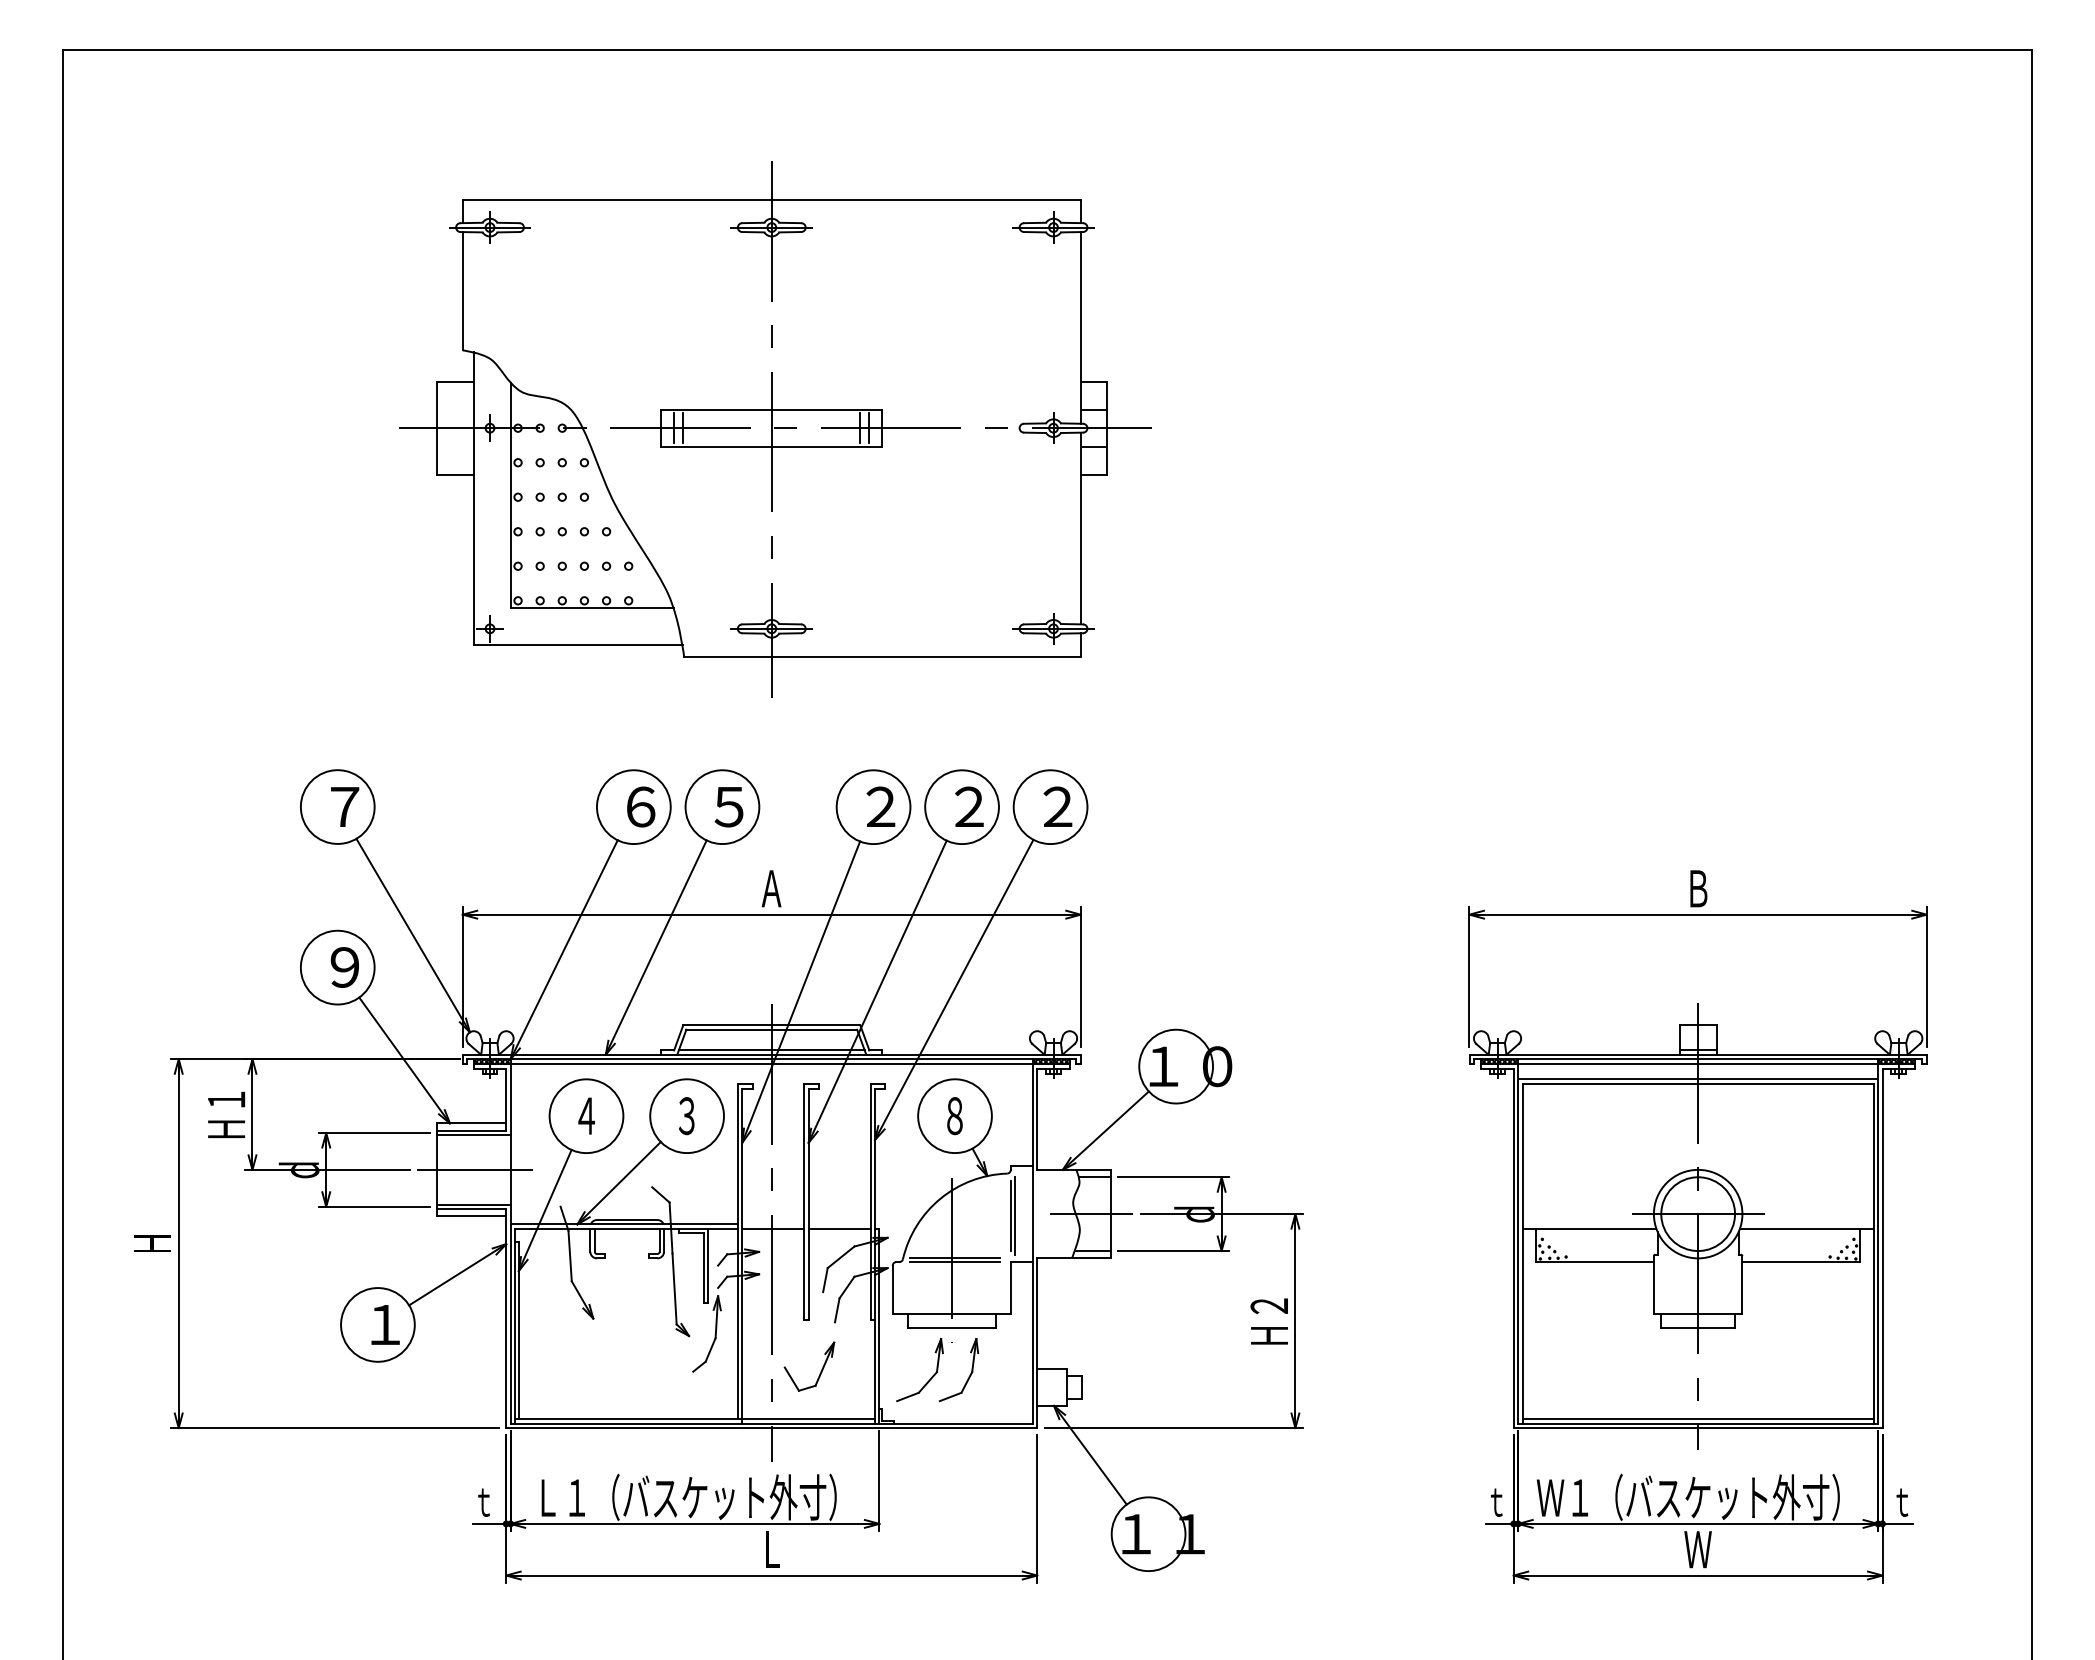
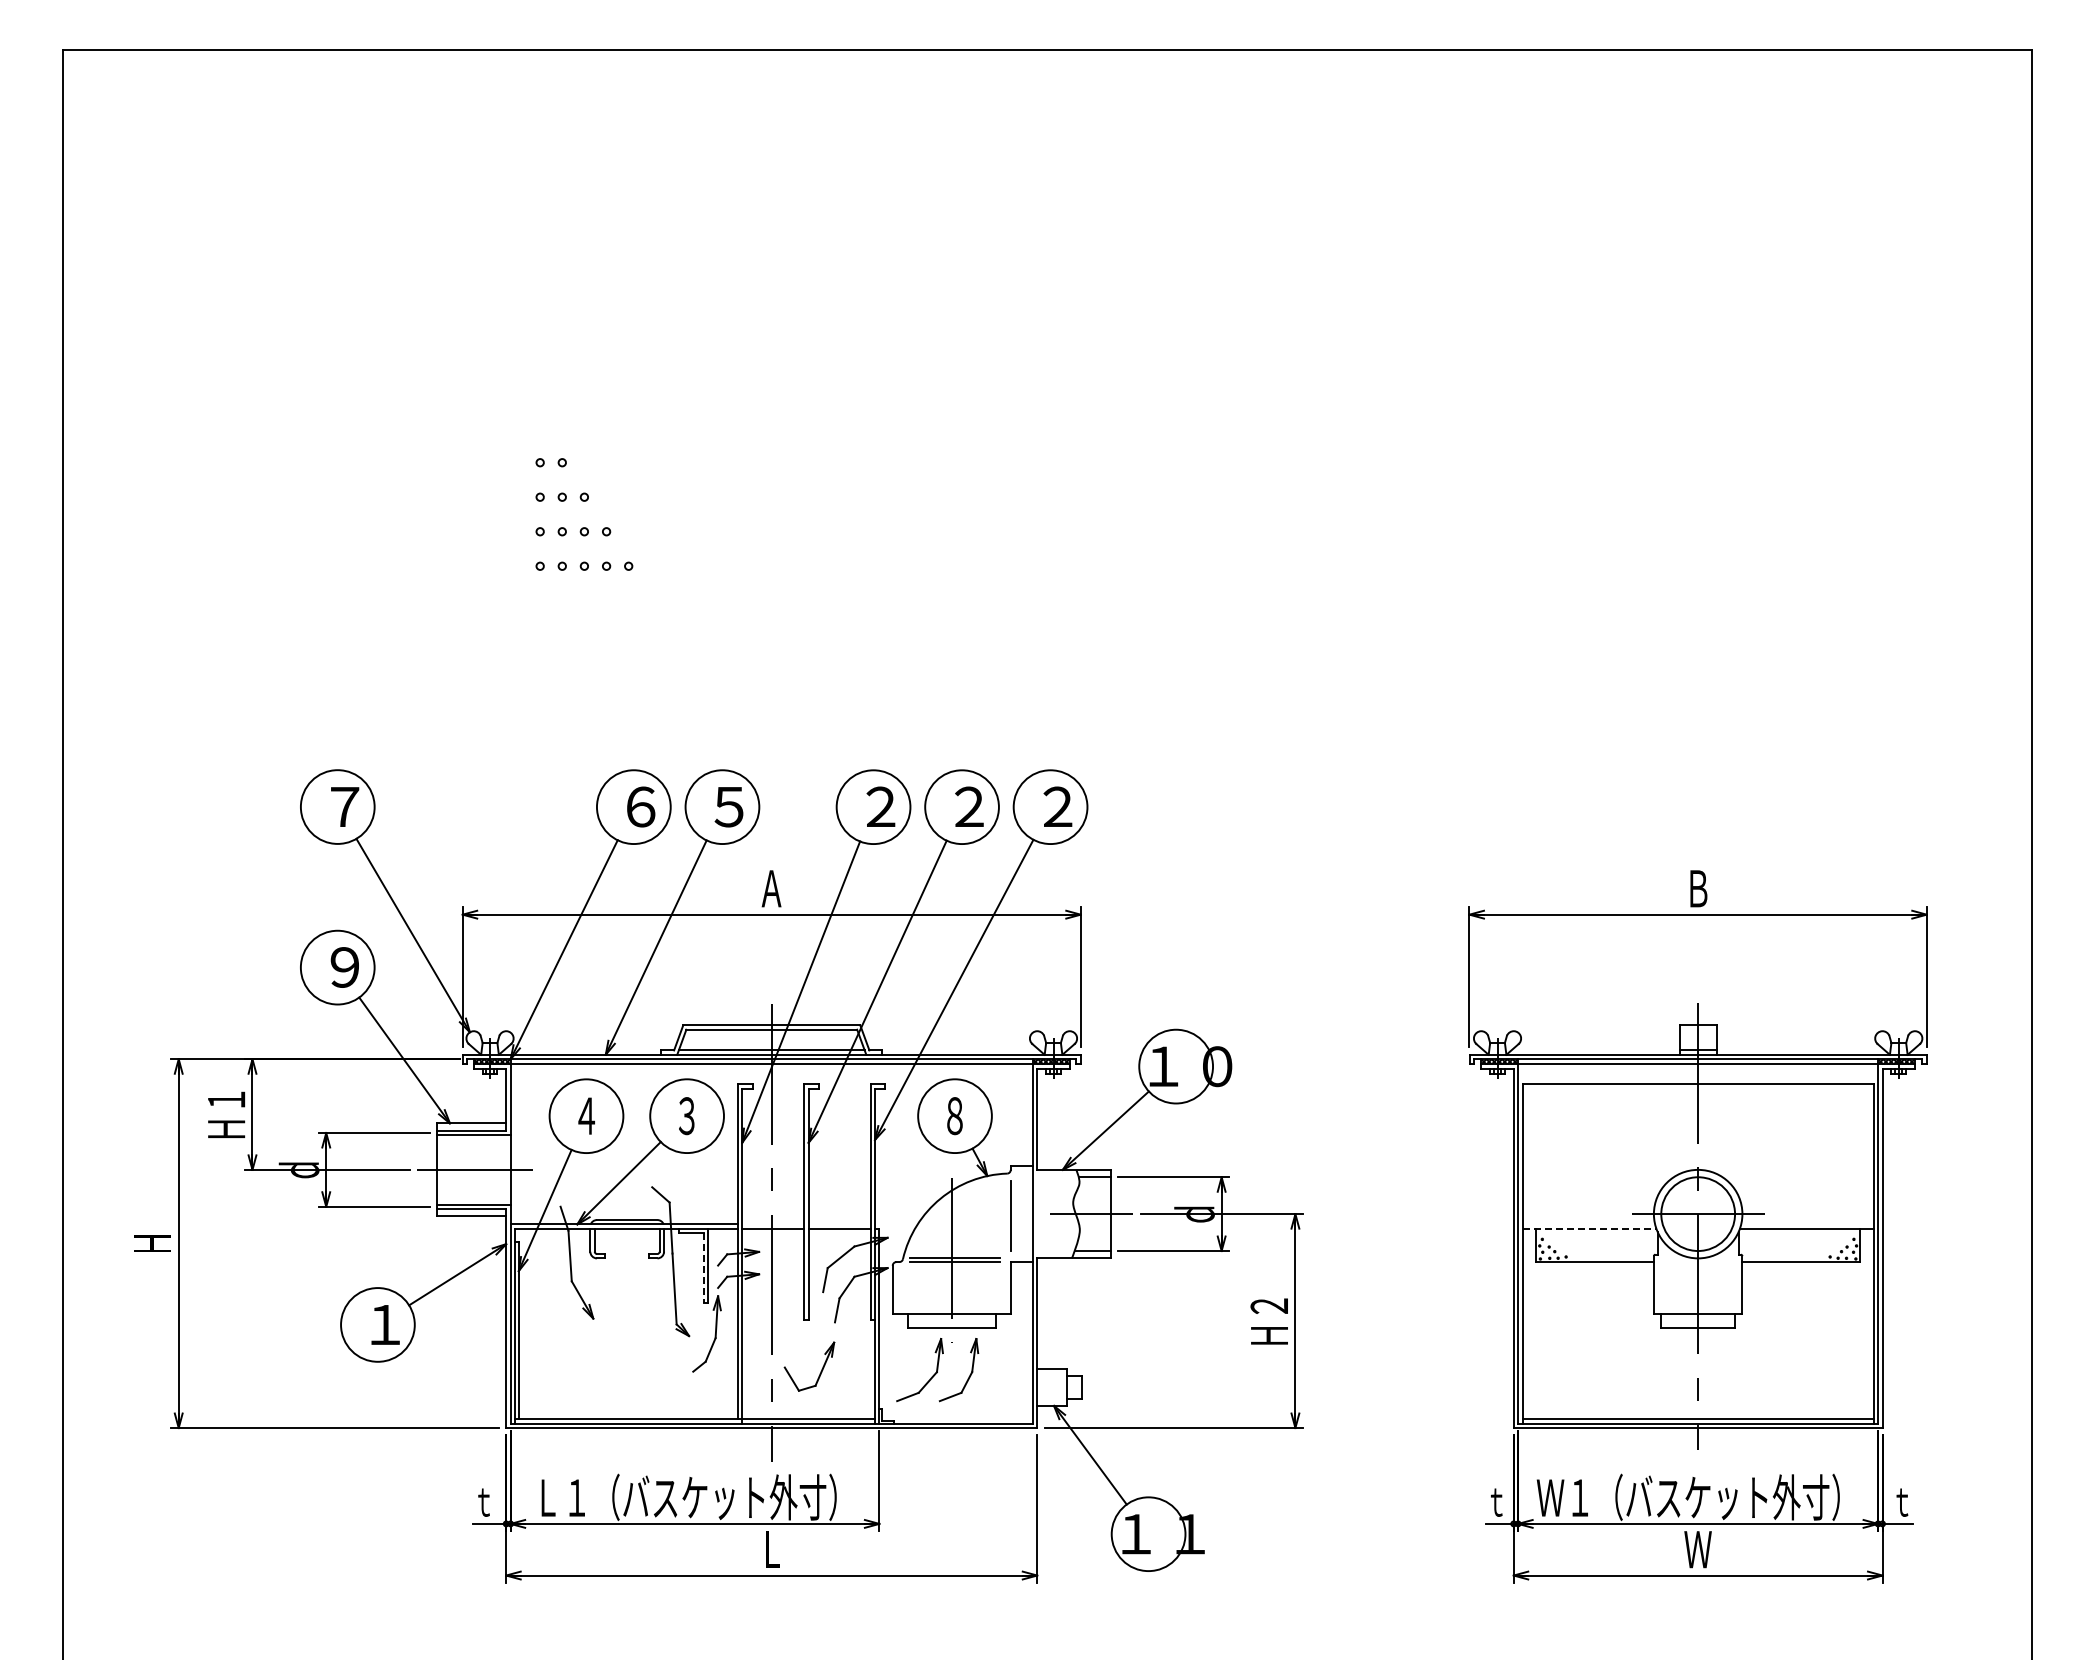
part at (775, 429): present -> none
line at (1698, 1079): present -> none
line at (1015, 1215): present -> none
line at (1589, 1228): solid -> dashed
line at (703, 1267): solid -> dashed
